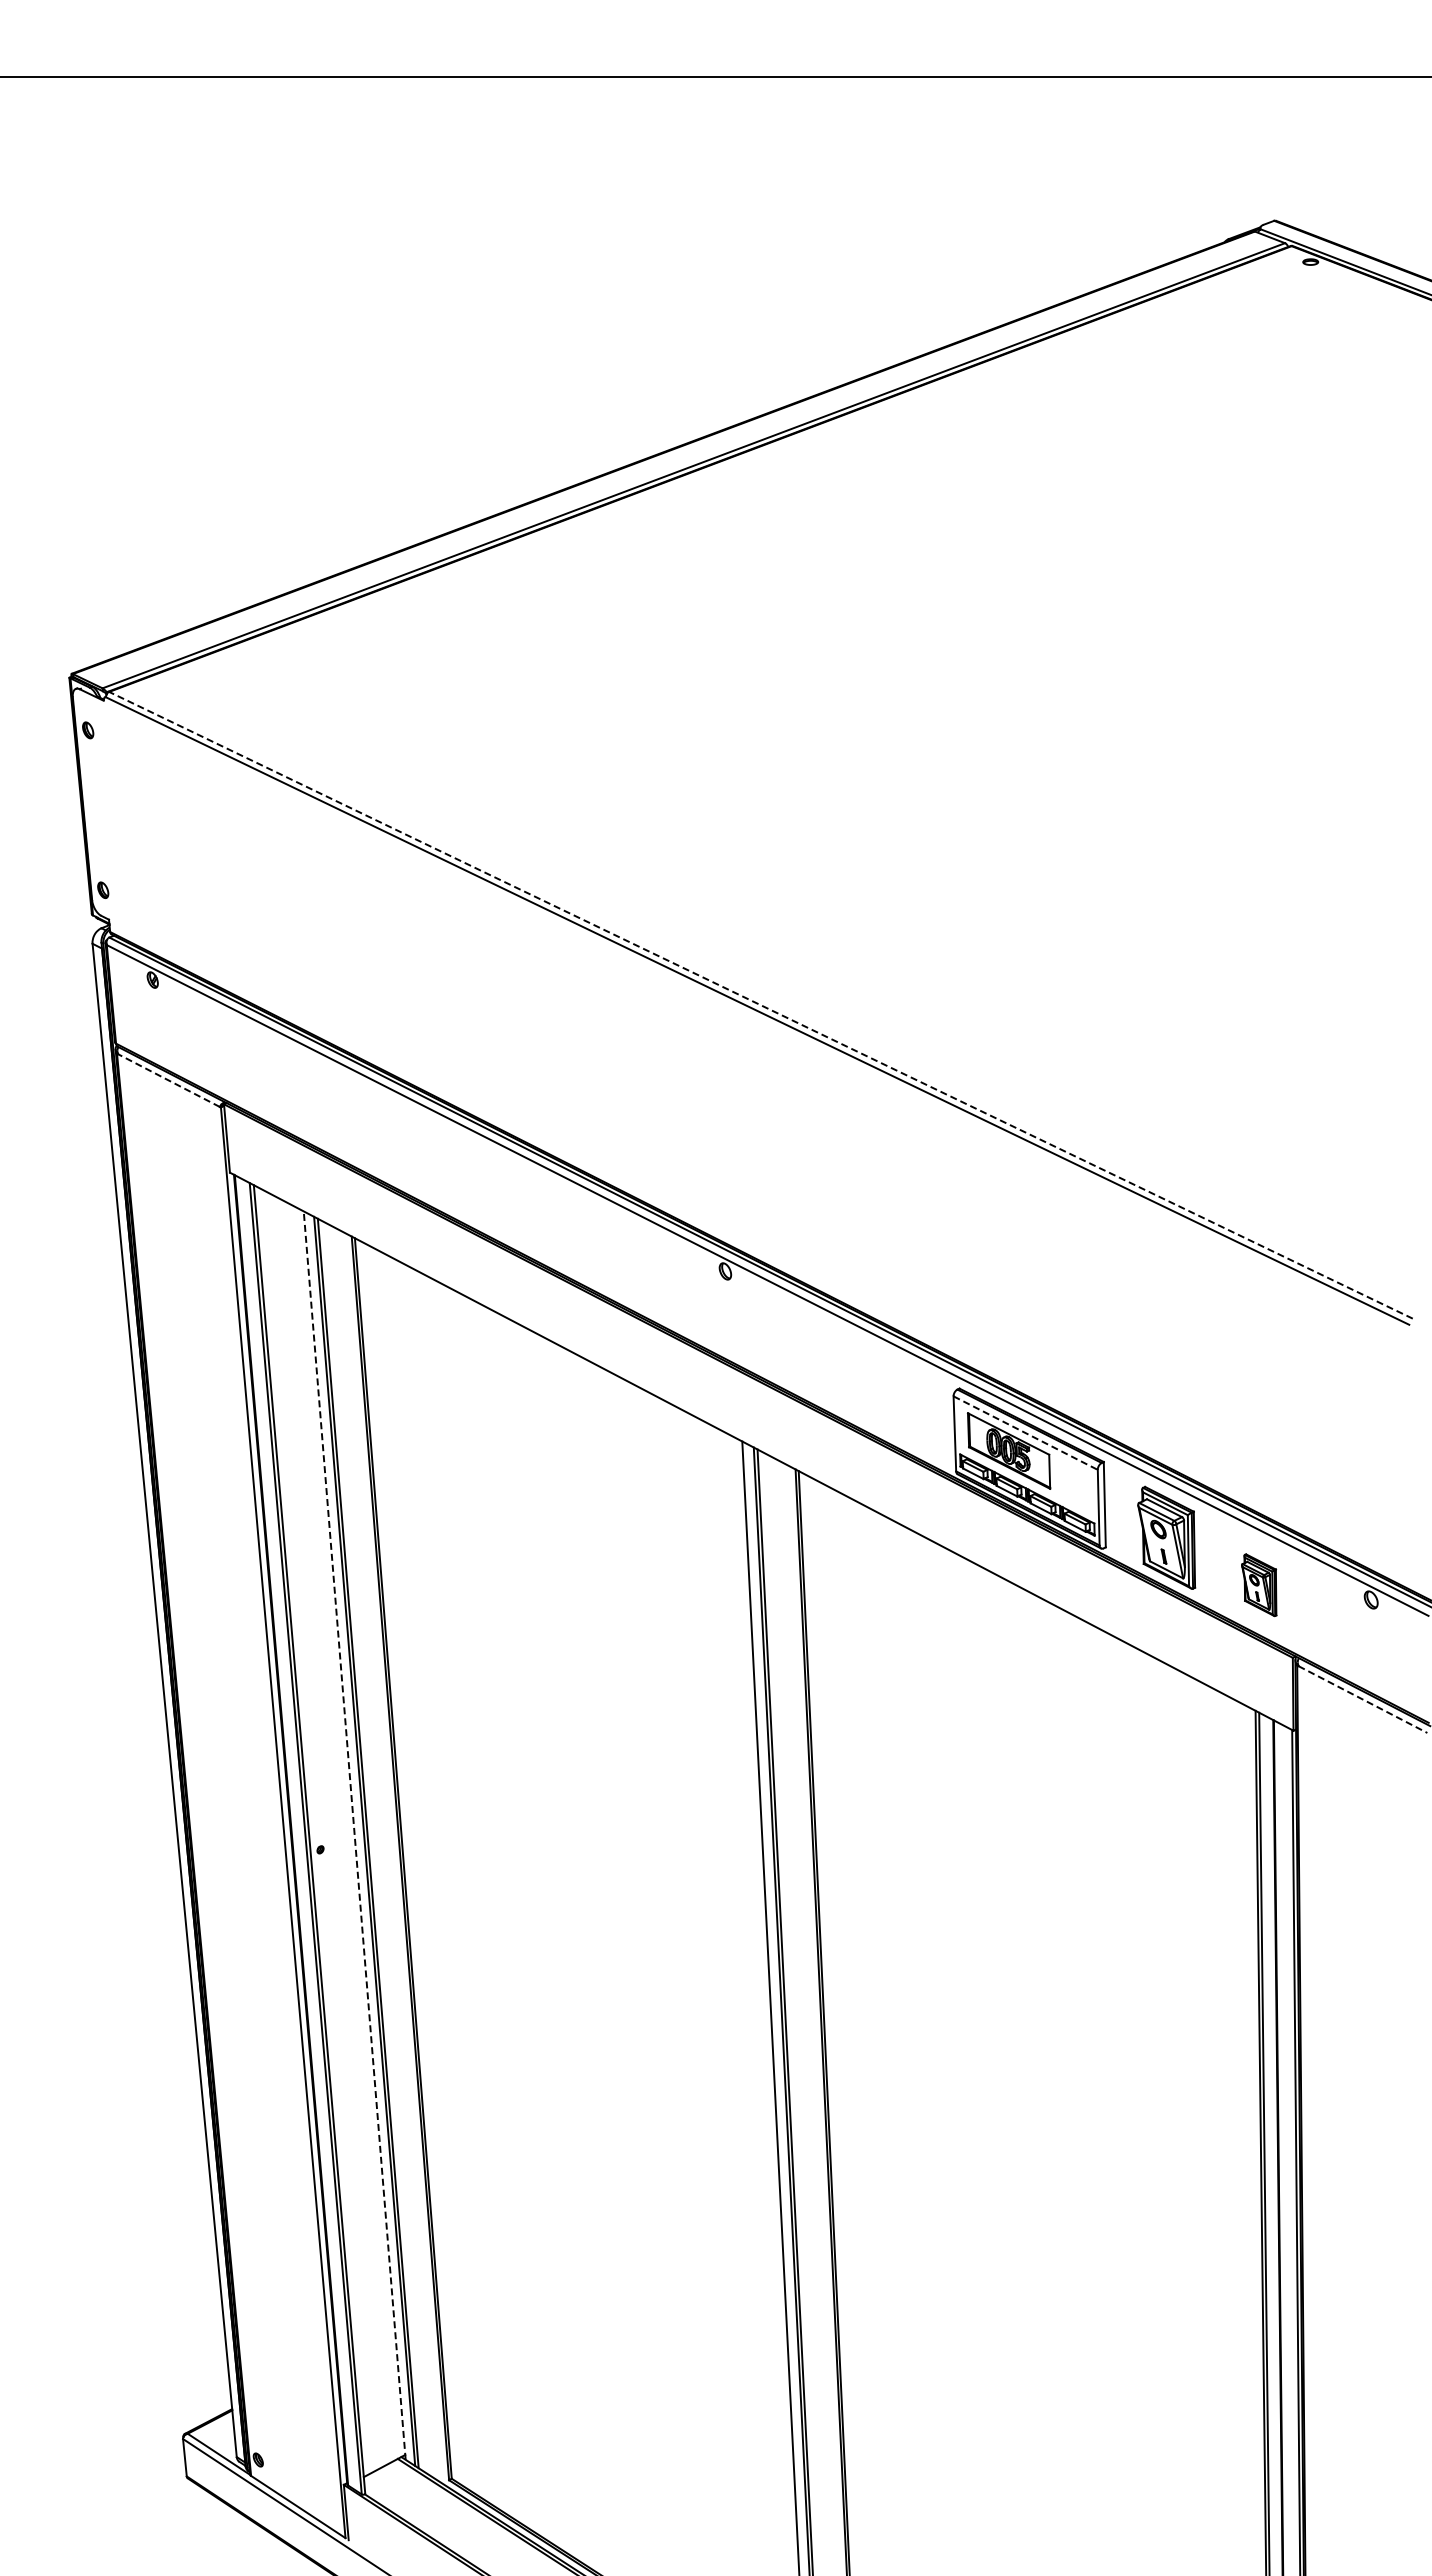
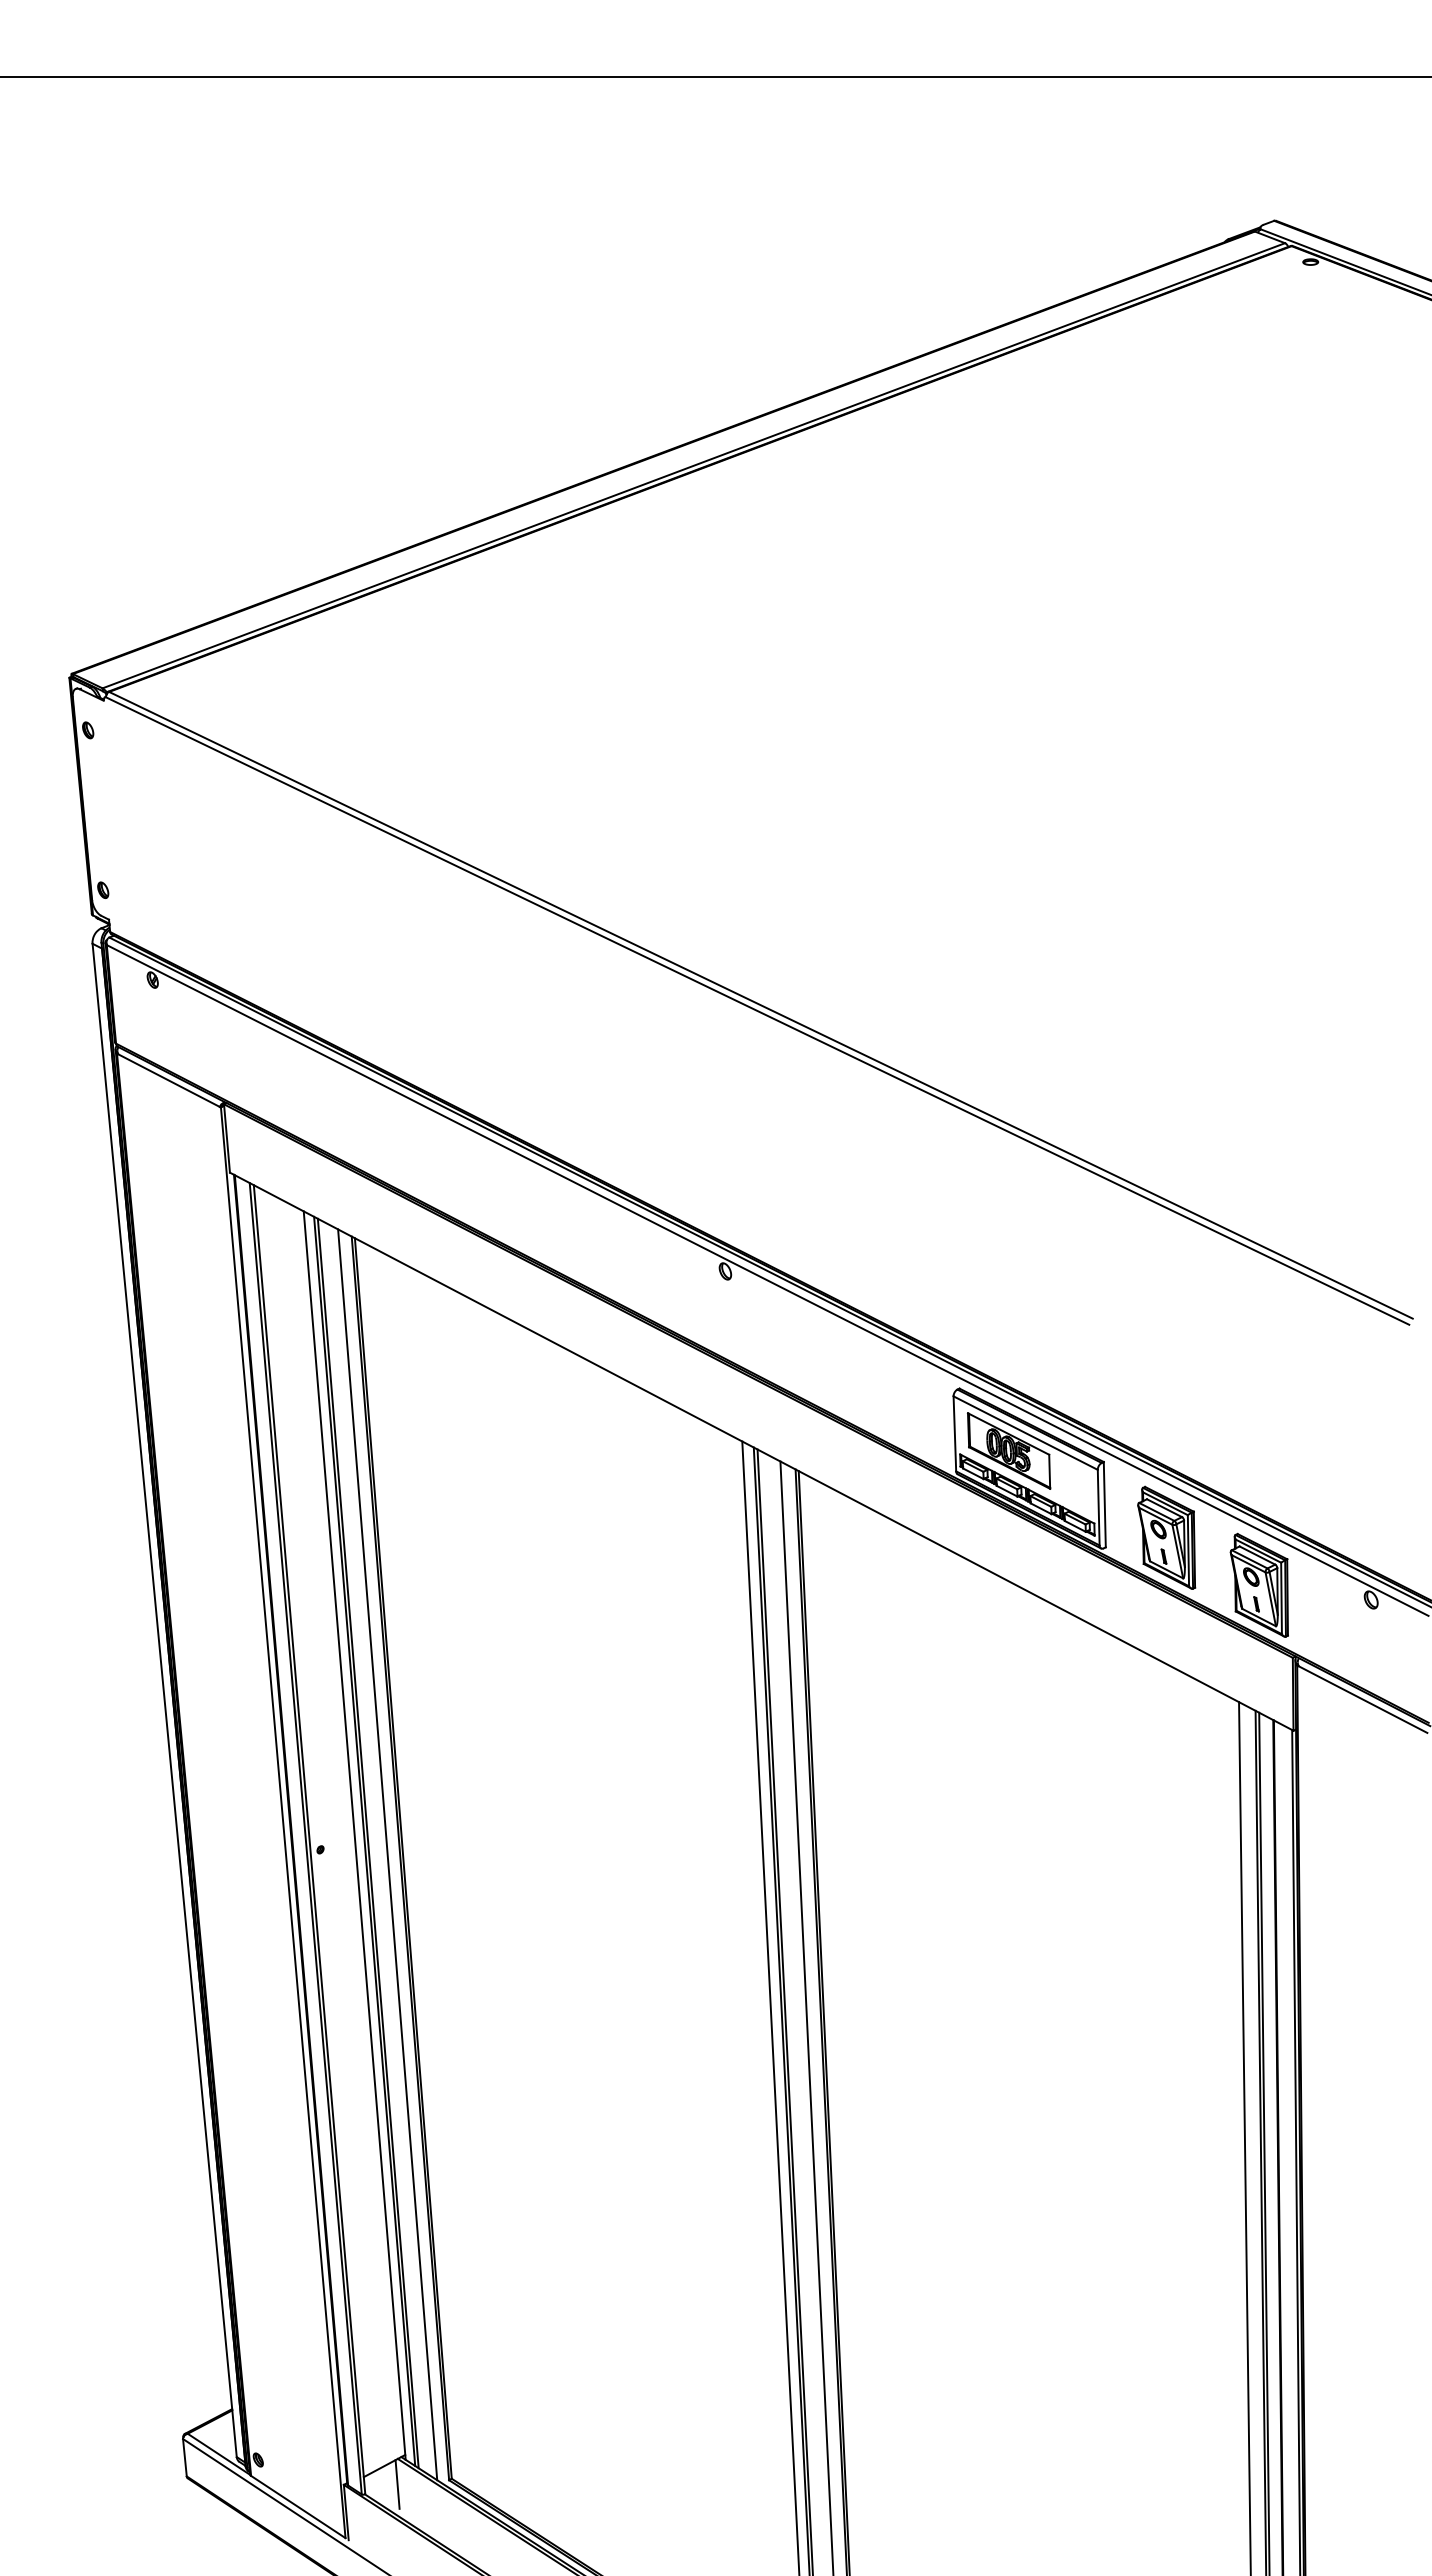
line at (760, 1005): dashed -> solid
line at (168, 1080): dashed -> solid
line at (1025, 1433): dashed -> solid
part at (1259, 1585) size: 37x65 px -> 60x106 px
line at (1362, 1699): dashed -> solid
line at (354, 1835): dashed -> solid
line at (387, 1854): none -> present
line at (806, 2016): none -> present
line at (1244, 2137): none -> present
line at (397, 2484): none -> present
